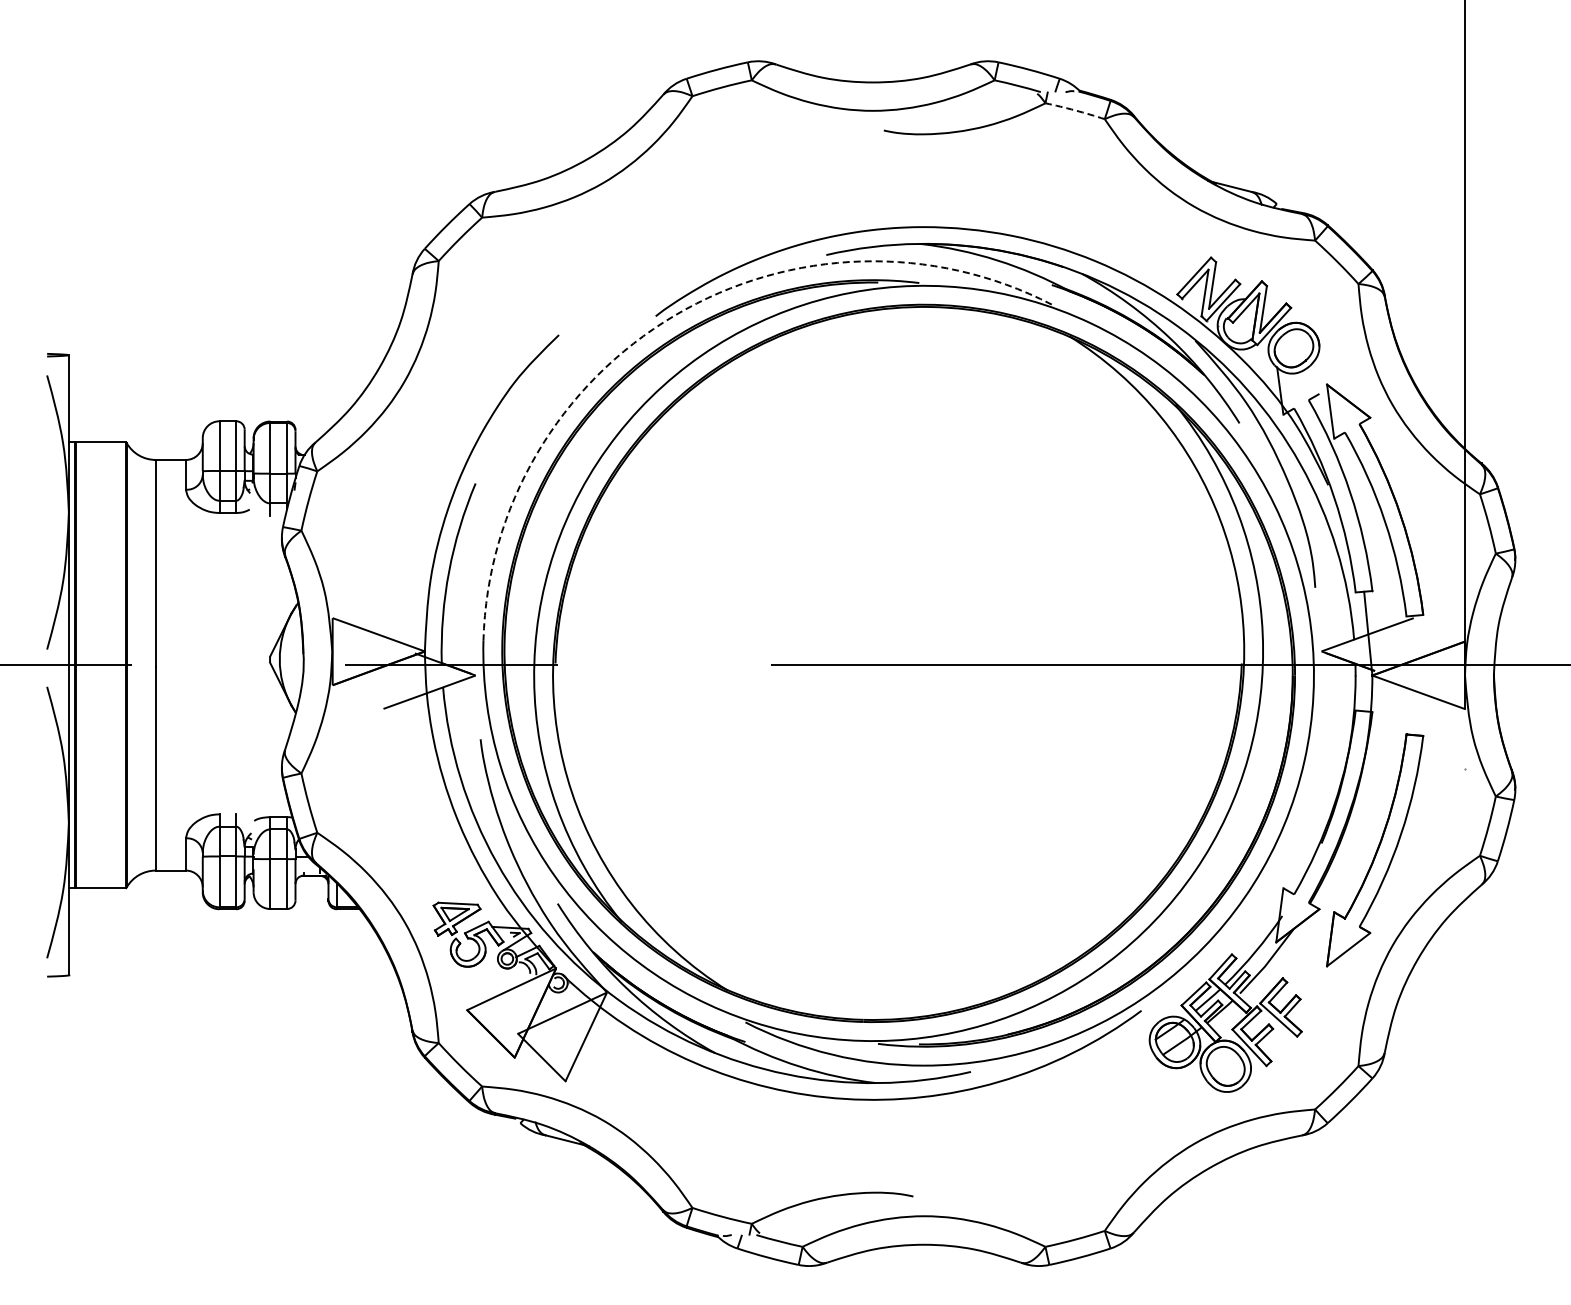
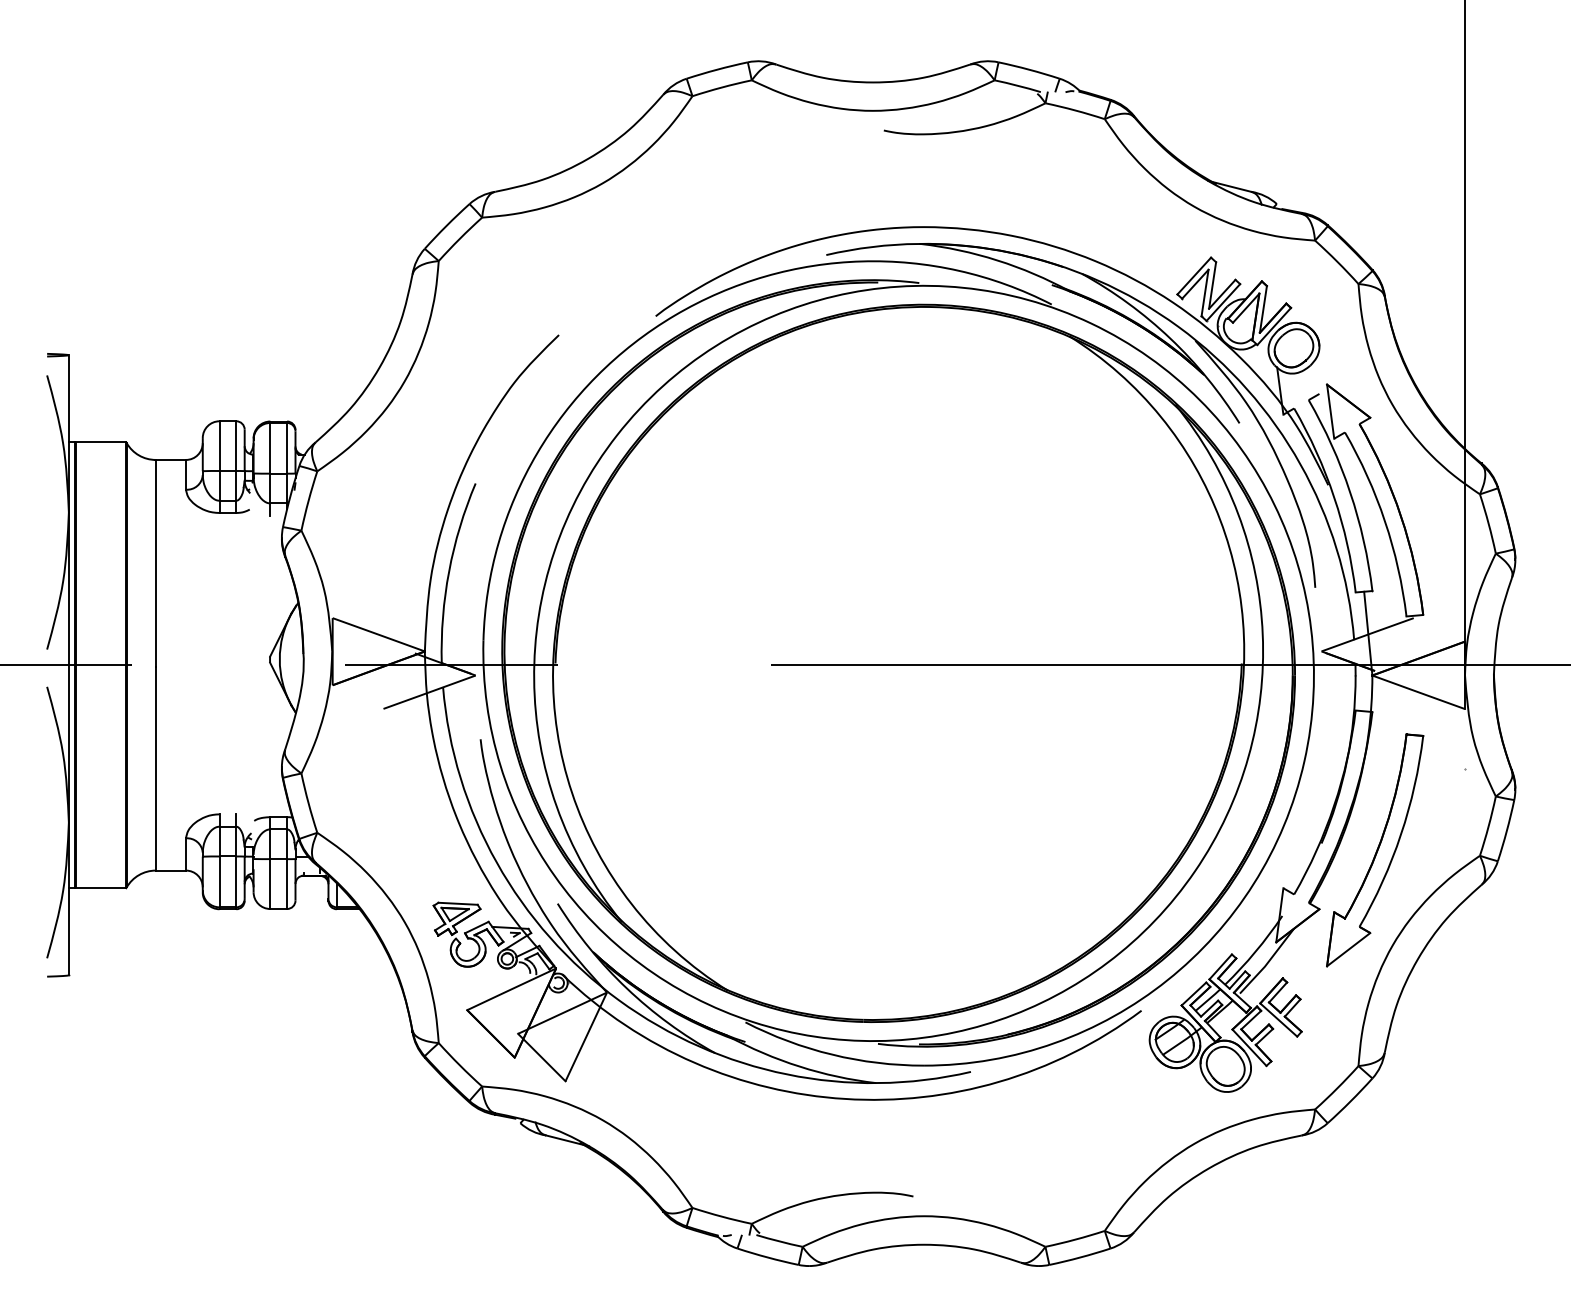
arc at (1075, 110): dashed -> solid
arc at (674, 315): dashed -> solid
